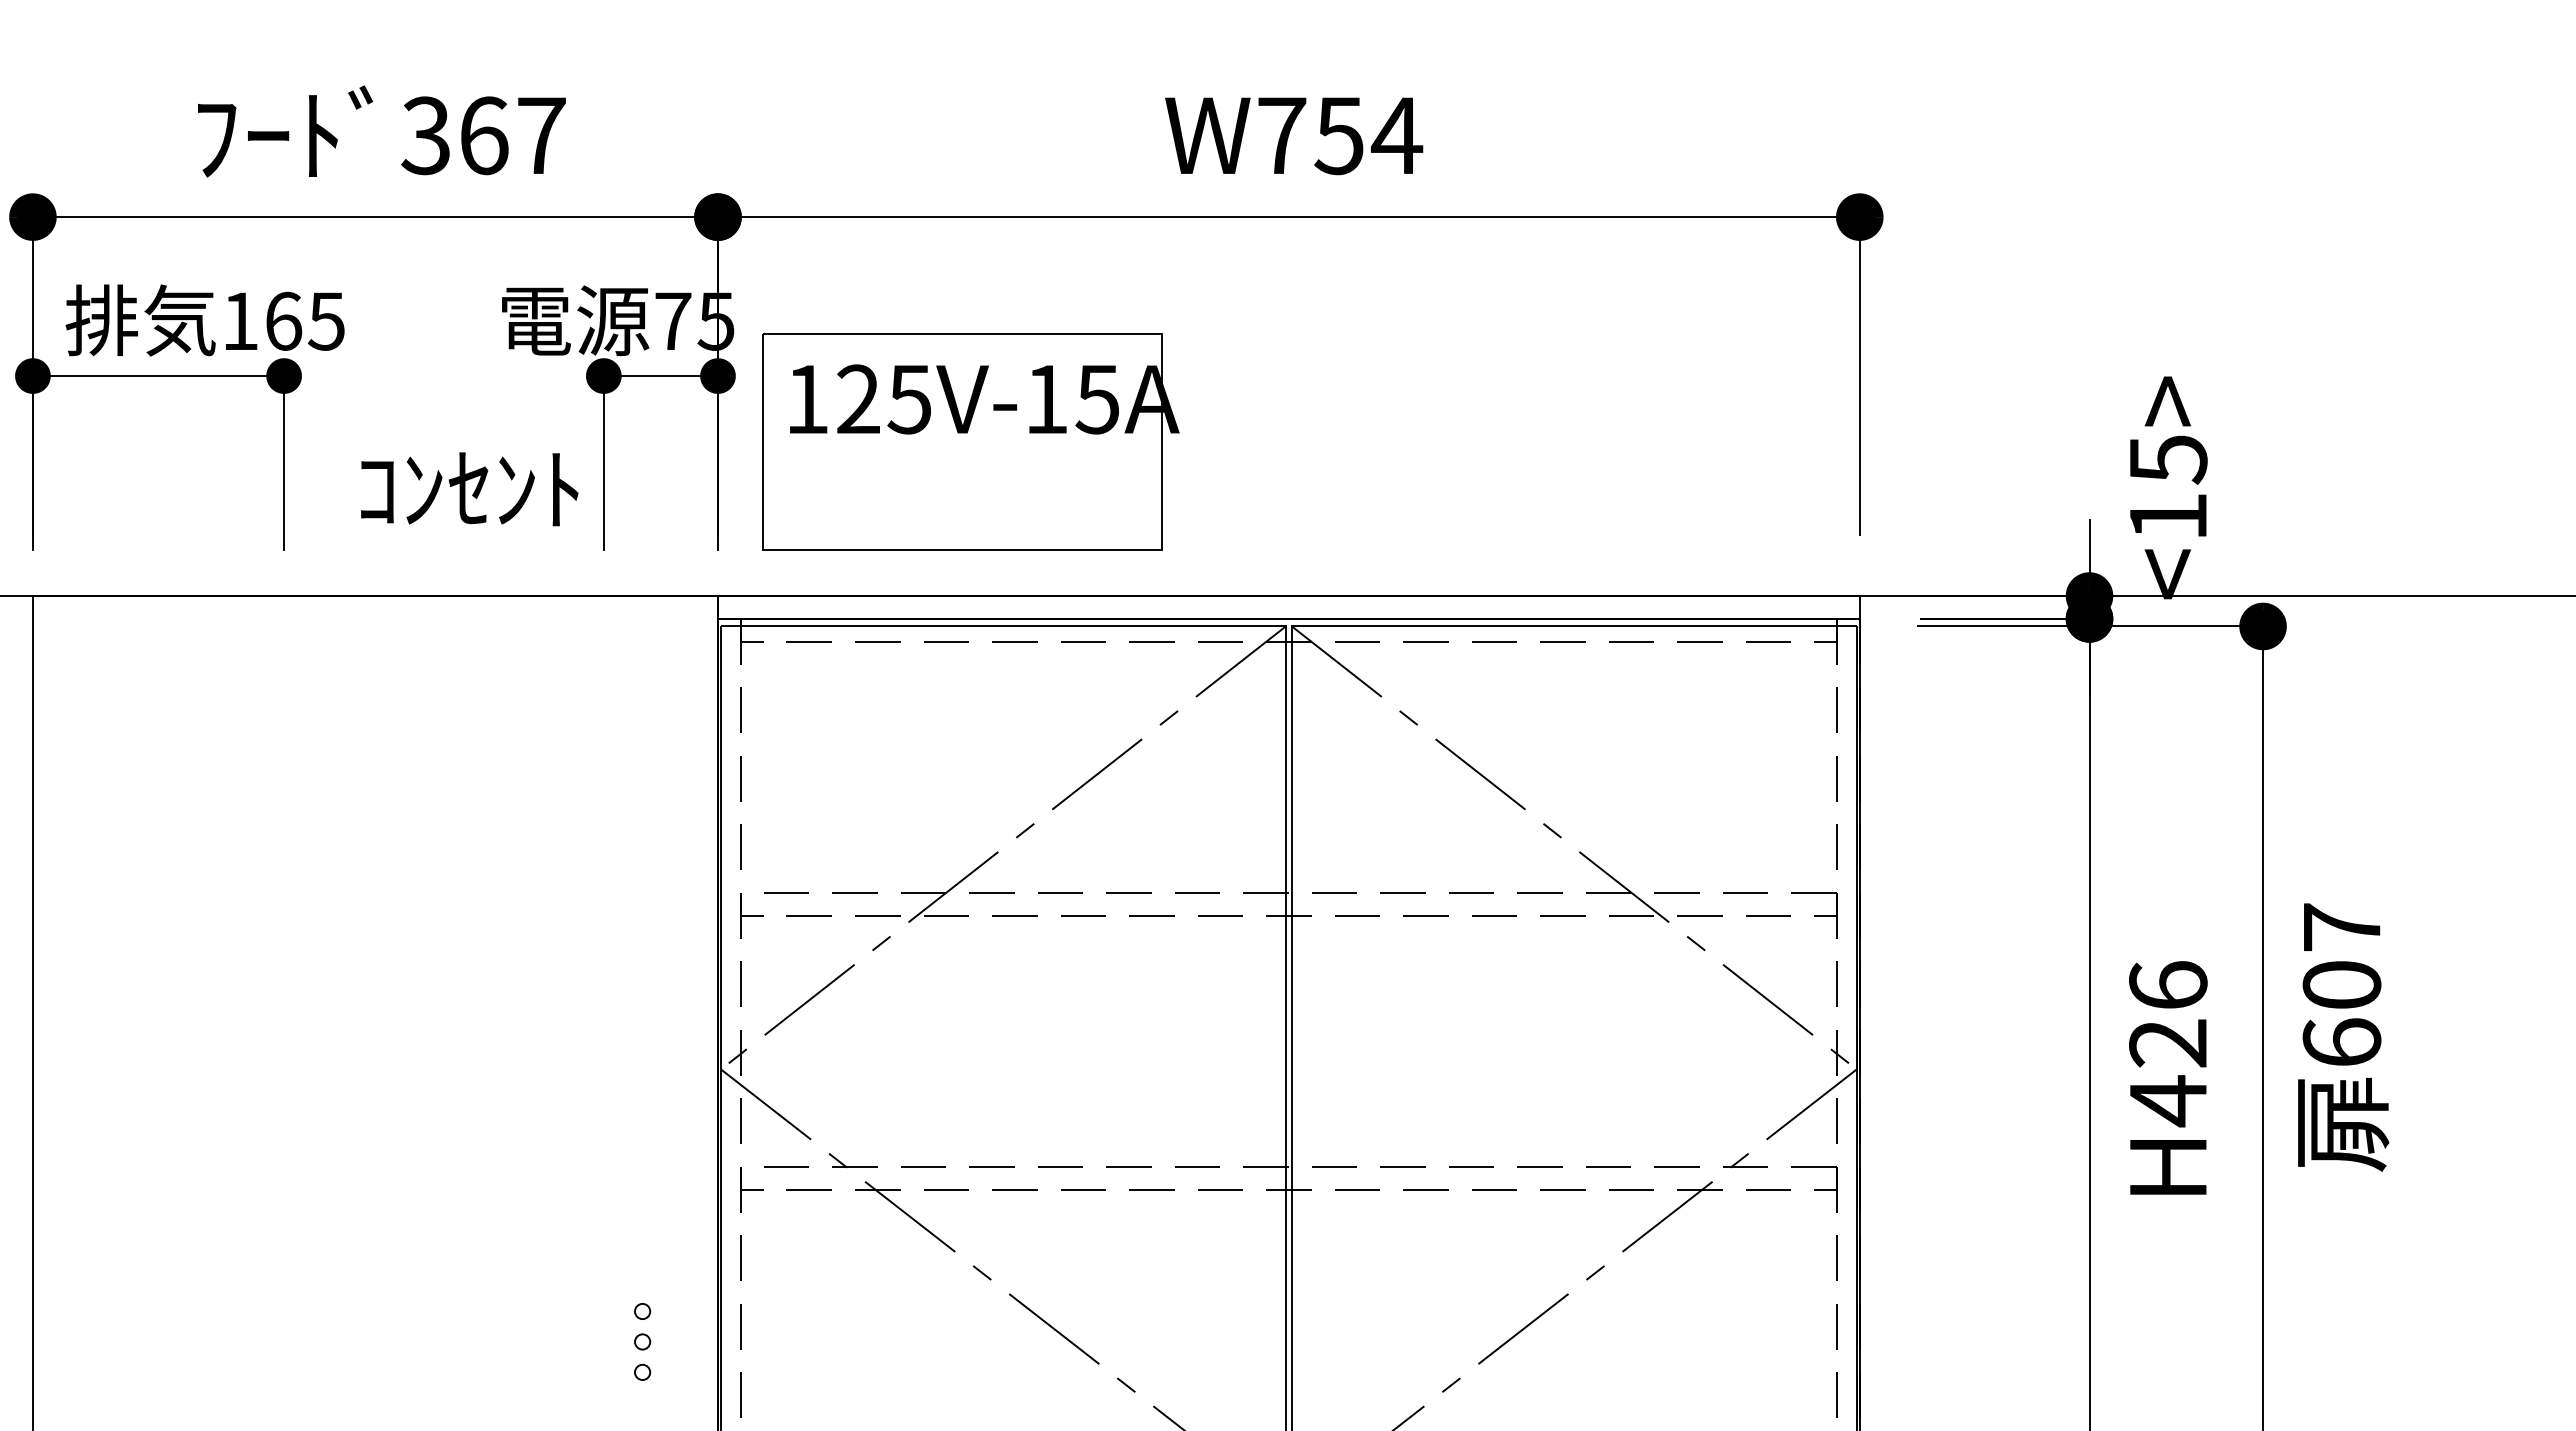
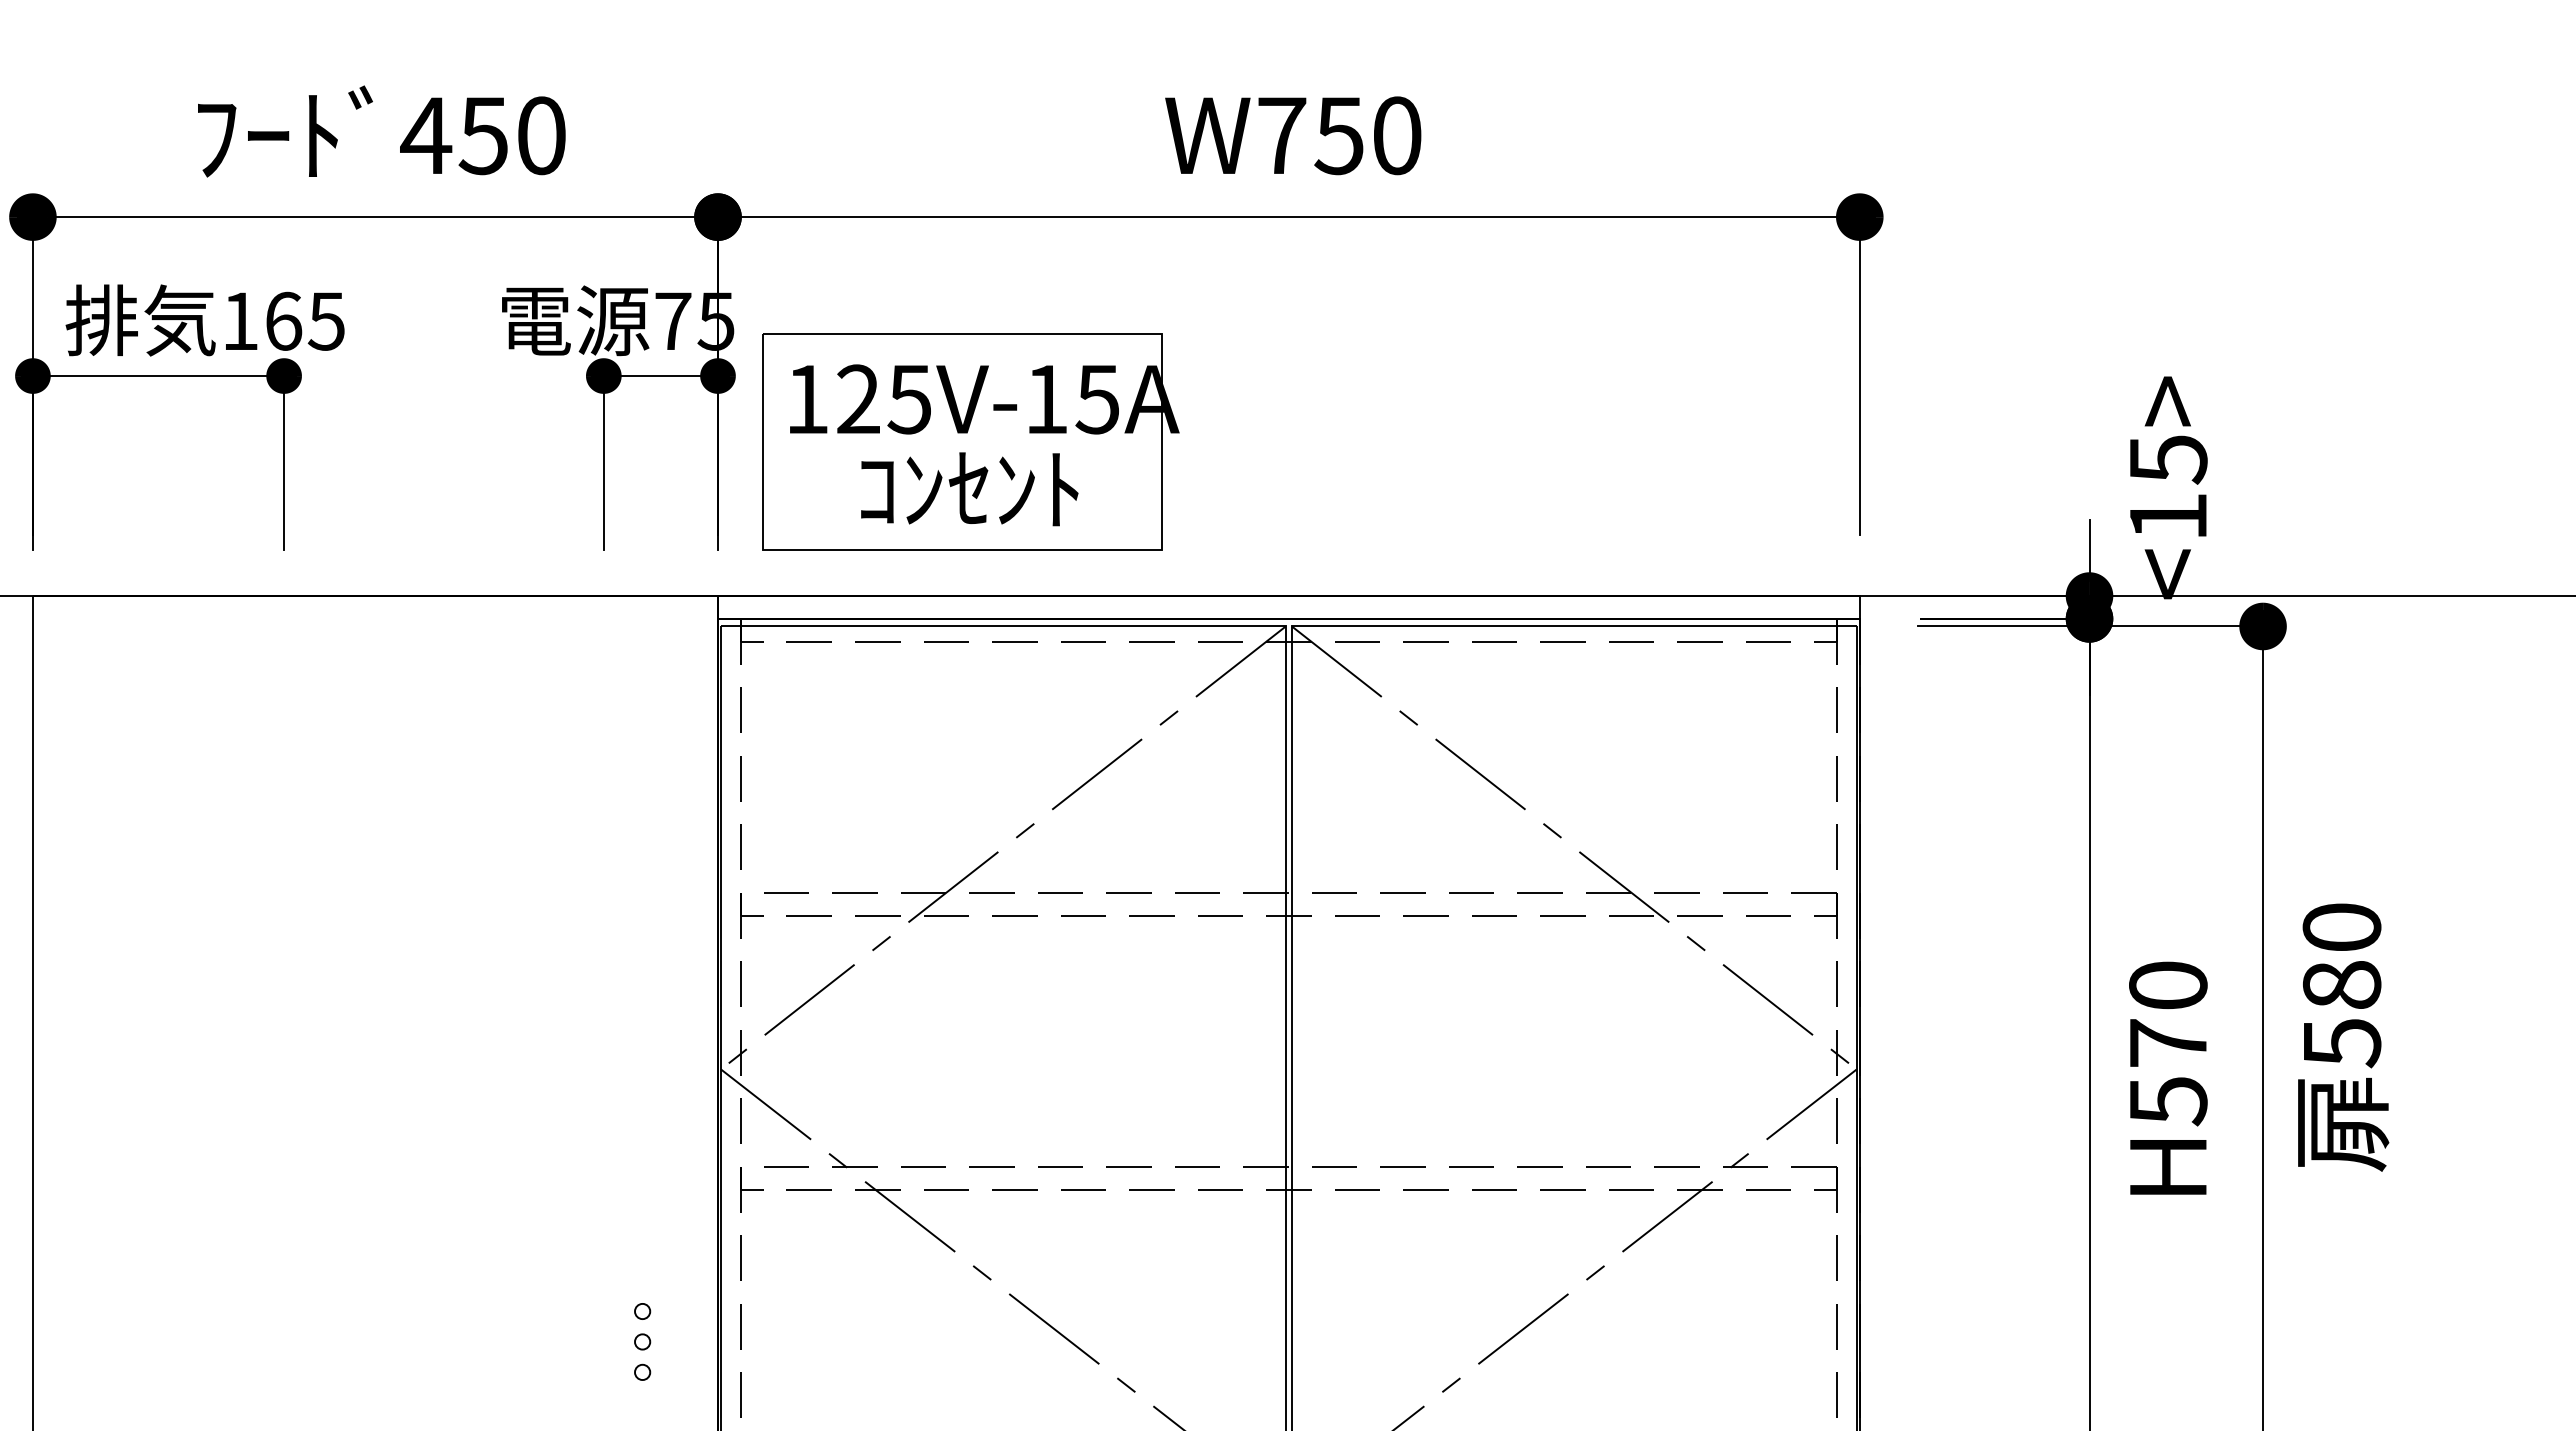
text at (482, 135): 367 -> 450
text at (1396, 135): W754 -> W750
text at (469, 489) position: (469, 489) -> (969, 489)
text at (2341, 985): 607 -> 580
text at (2168, 1044): H426 -> H570
